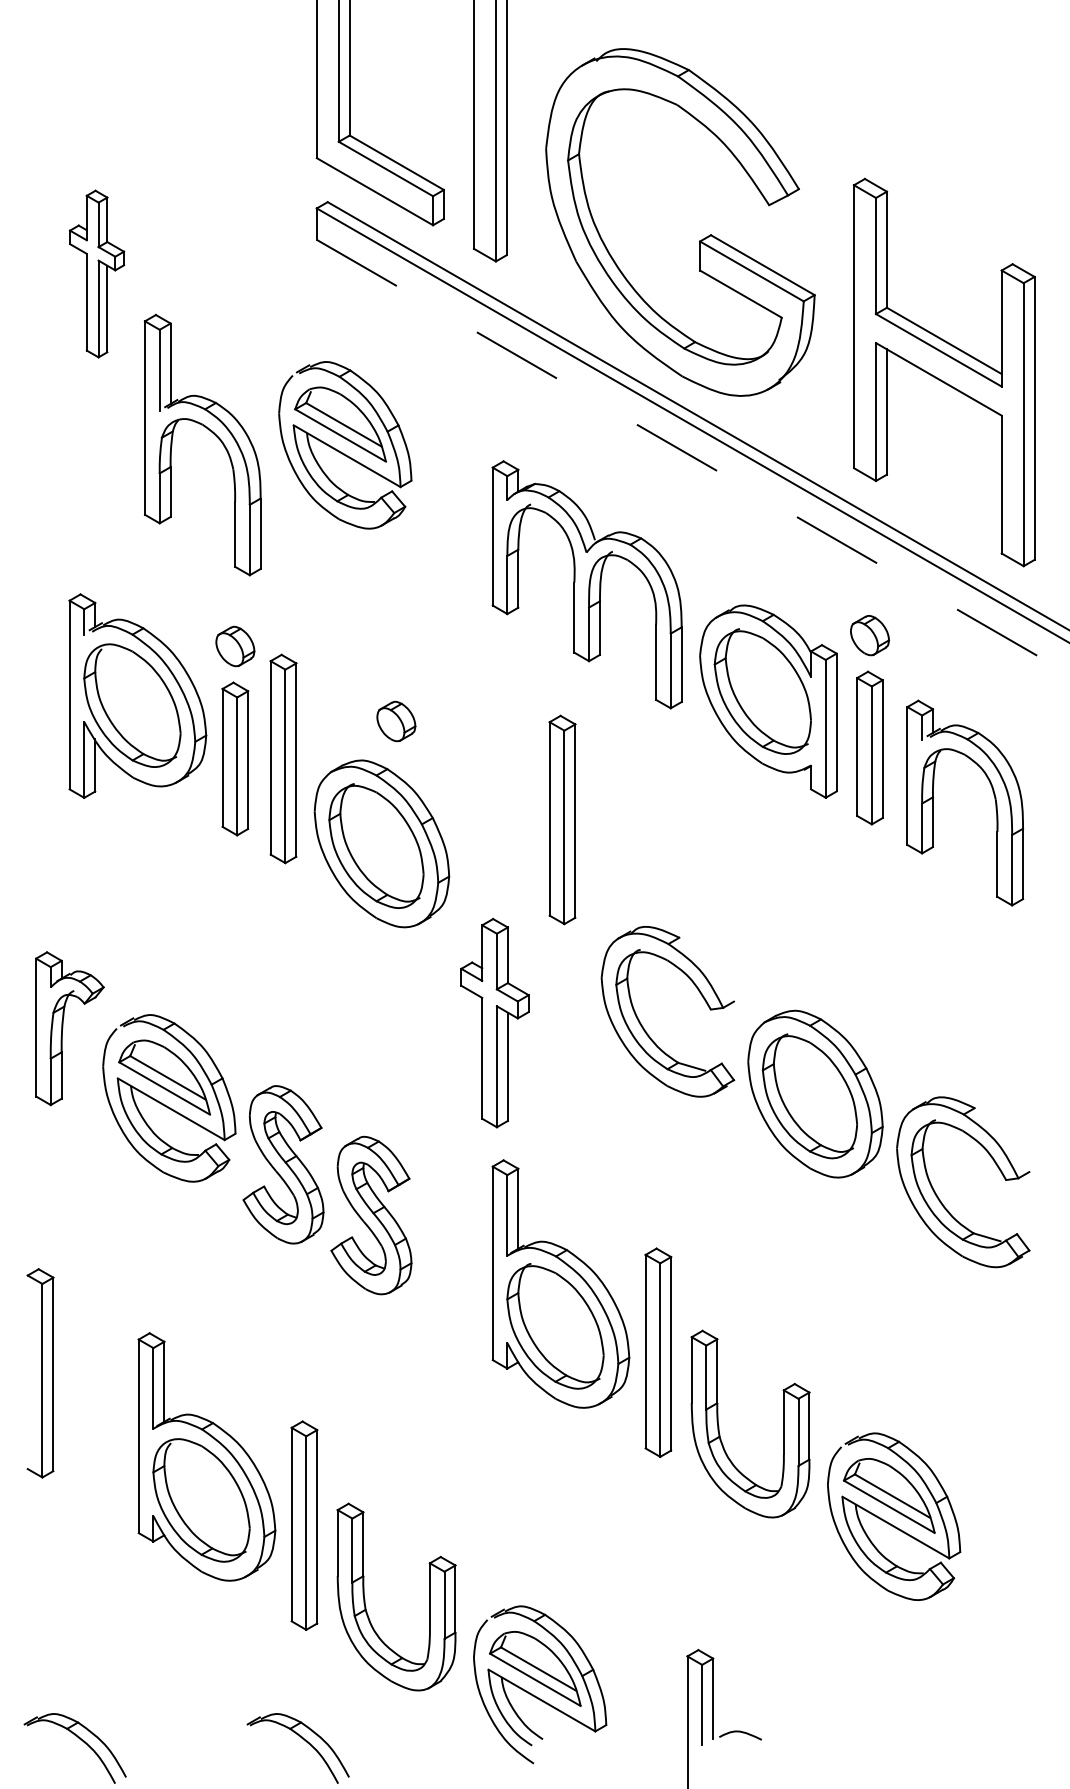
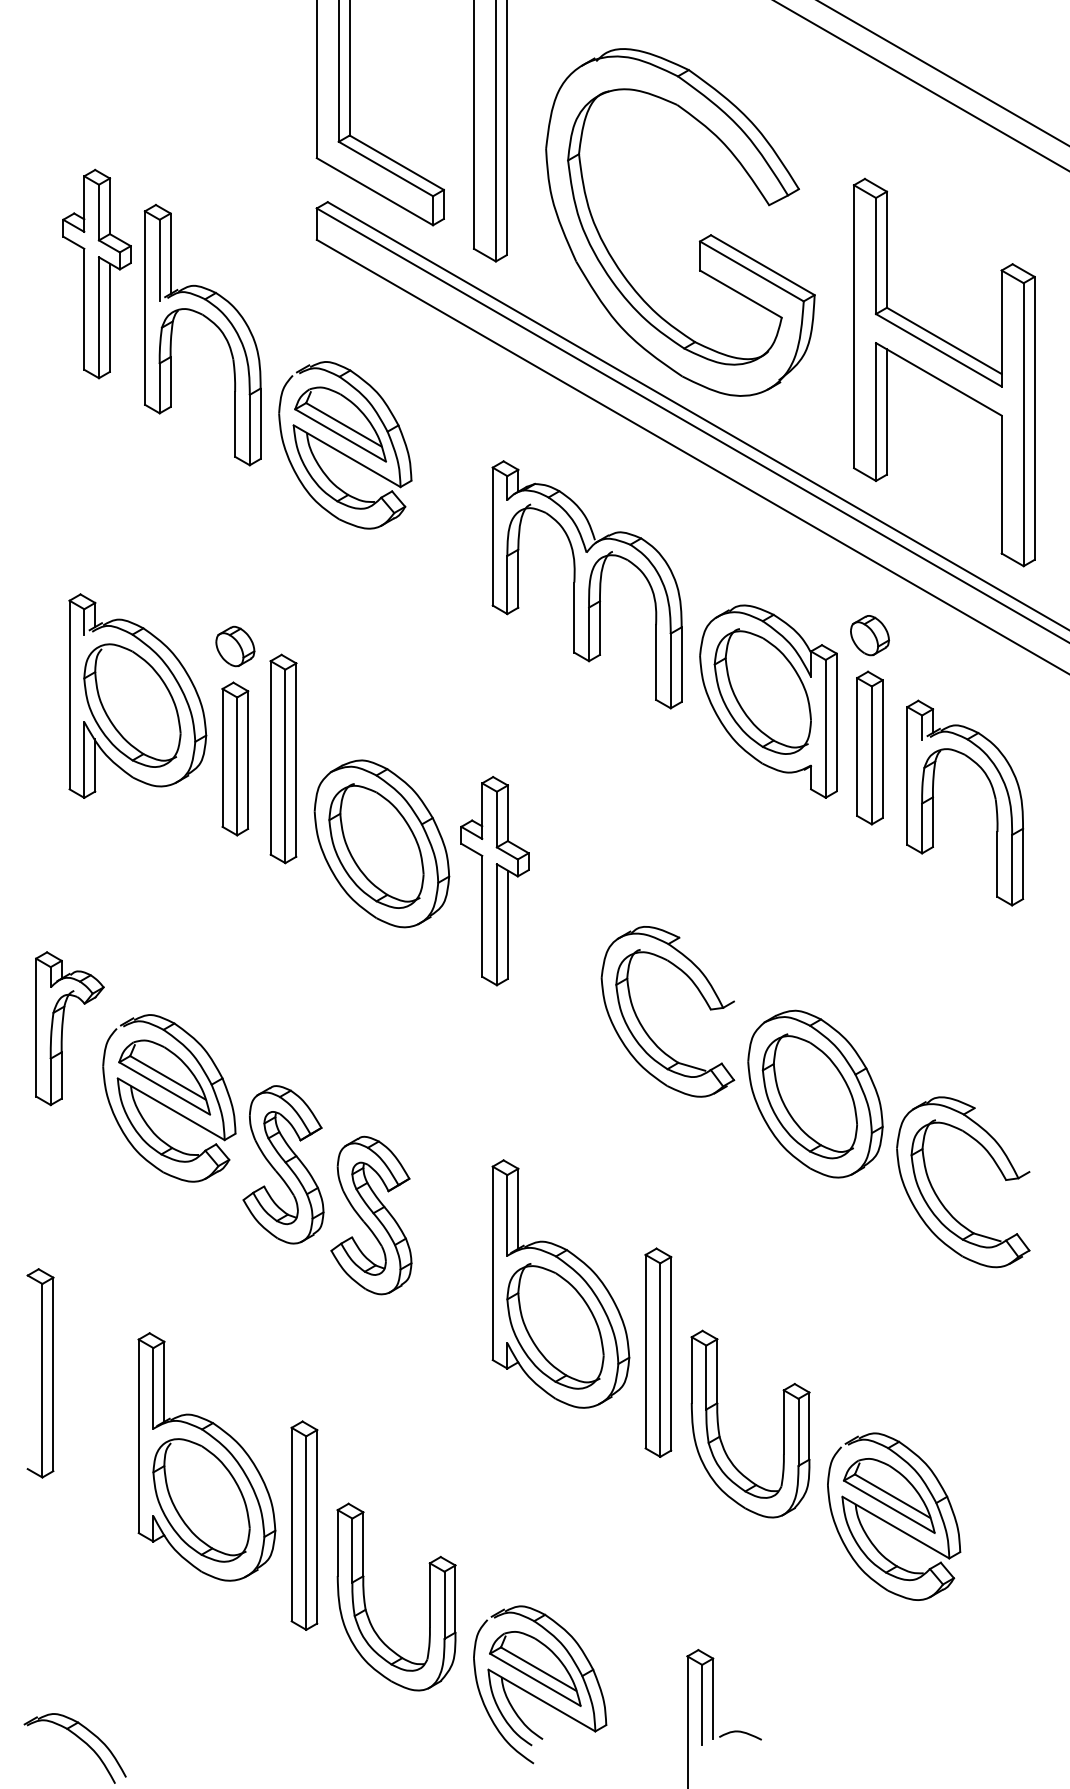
line at (943, 73): none -> present
line at (921, 85): none -> present
part at (97, 273) size: 57x170 px -> 70x212 px
part at (213, 434) position: (213, 434) -> (213, 324)
line at (693, 457): dashed -> solid
part at (396, 721): present -> none
part at (562, 819): present -> none
part at (494, 1023) position: (494, 1023) -> (494, 881)
part at (302, 1739): present -> none
